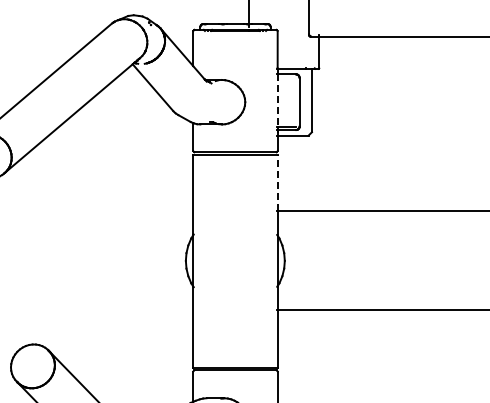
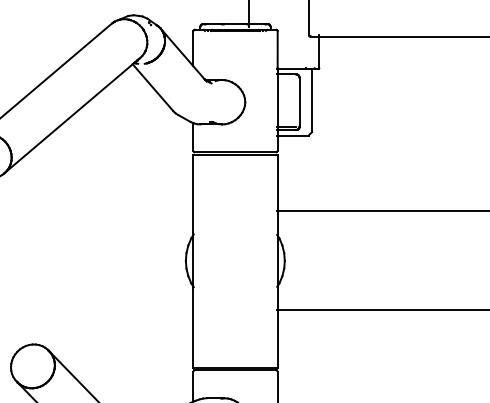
line at (277, 101): dashed -> solid
line at (277, 182): dashed -> solid
